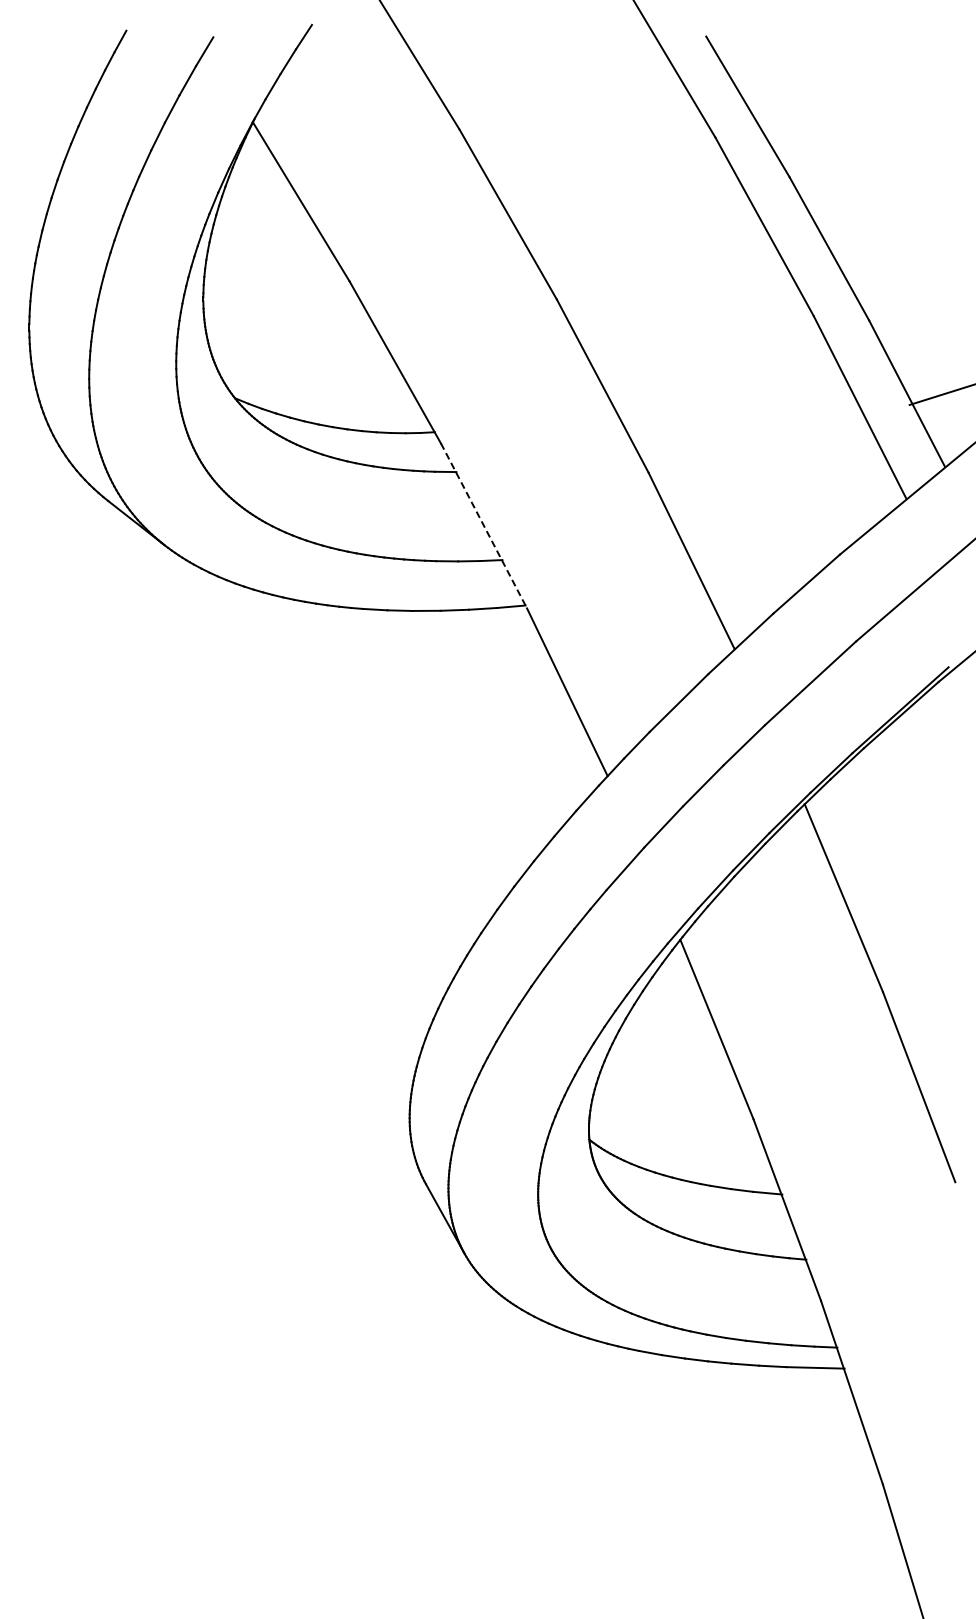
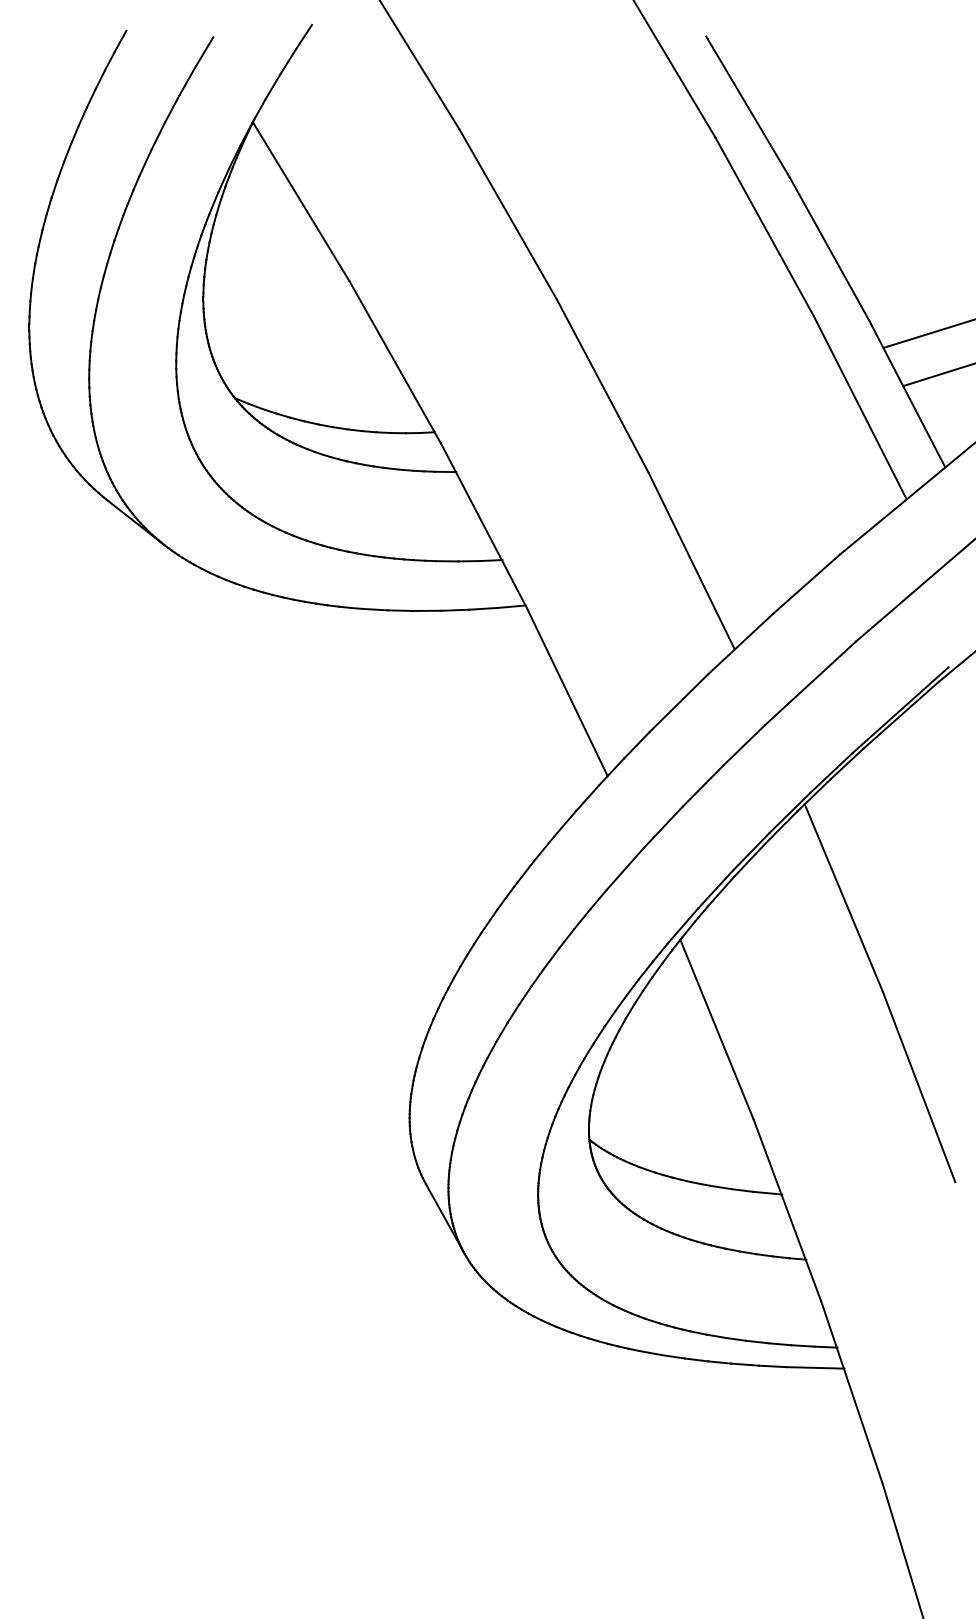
line at (927, 333): none -> present
line at (940, 394) position: (940, 394) -> (937, 374)
line at (484, 526): dashed -> solid
